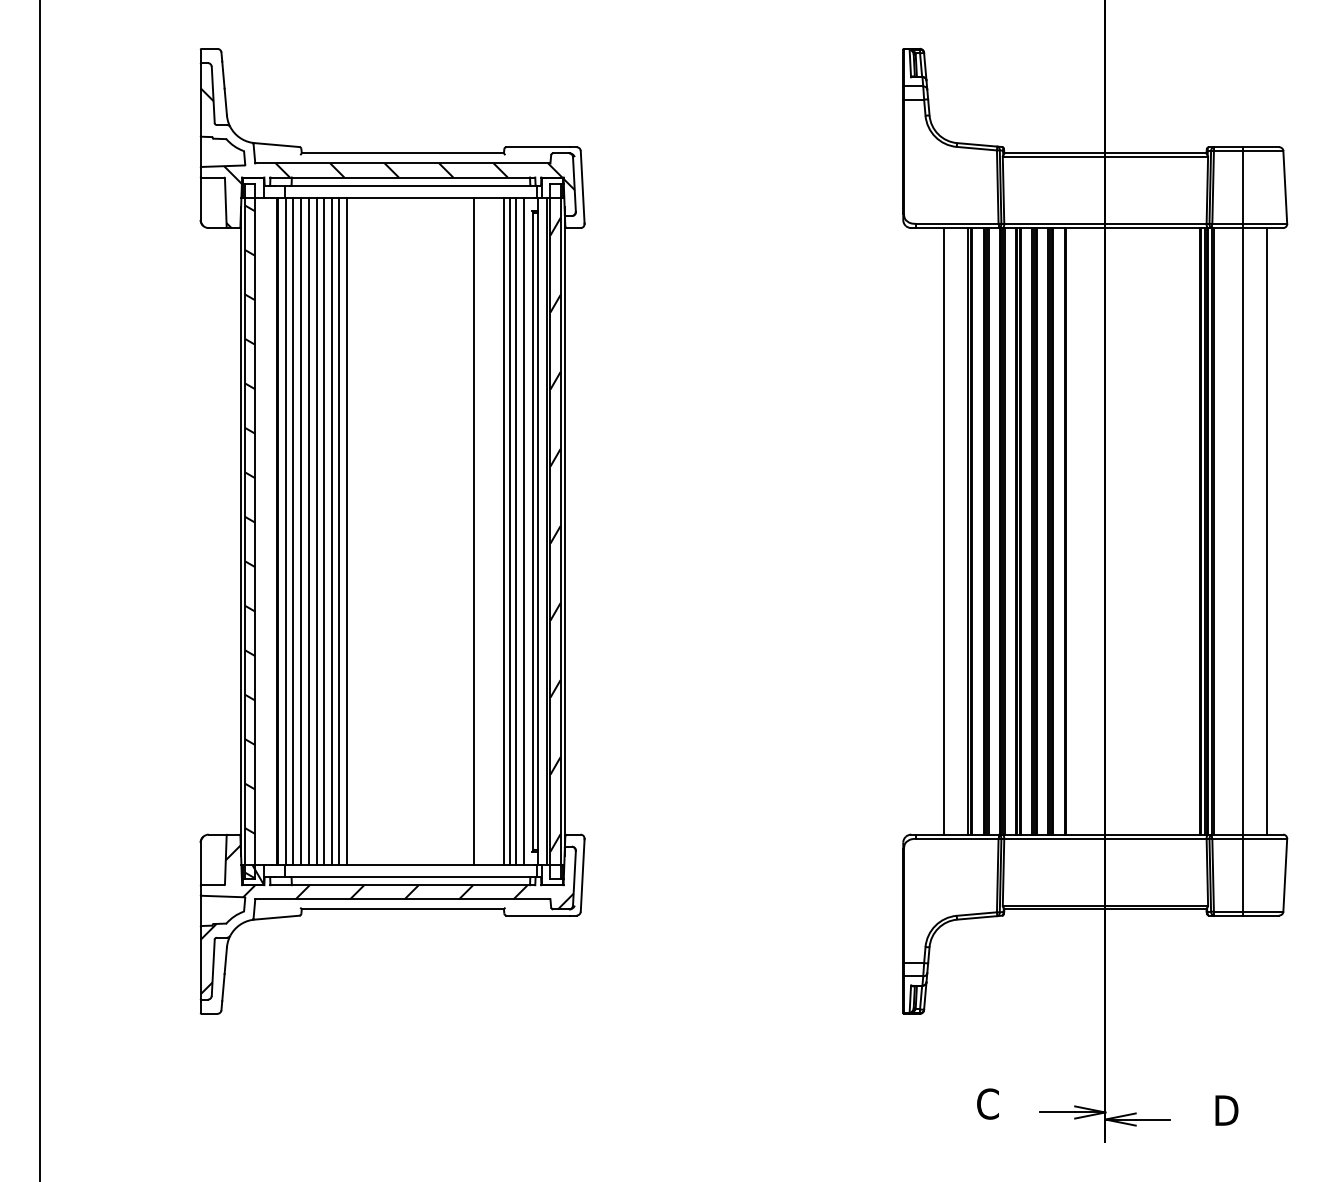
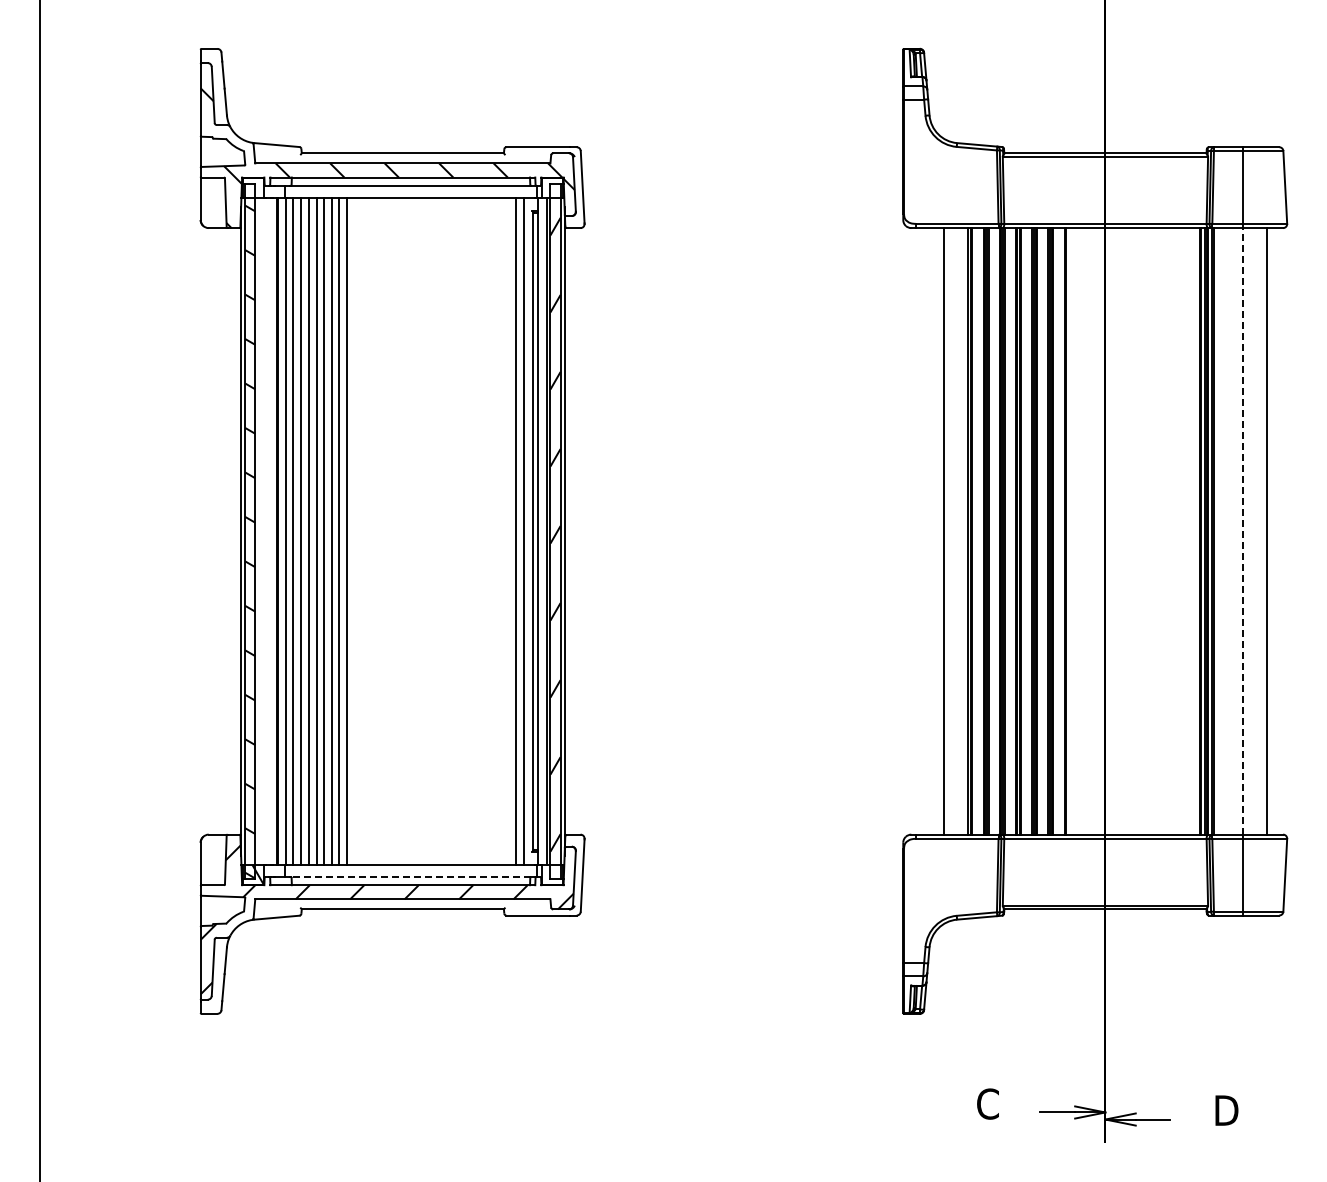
line at (474, 530): present -> none
line at (503, 530): present -> none
line at (510, 530): present -> none
line at (1242, 530): solid -> dashed
line at (410, 877): solid -> dashed
